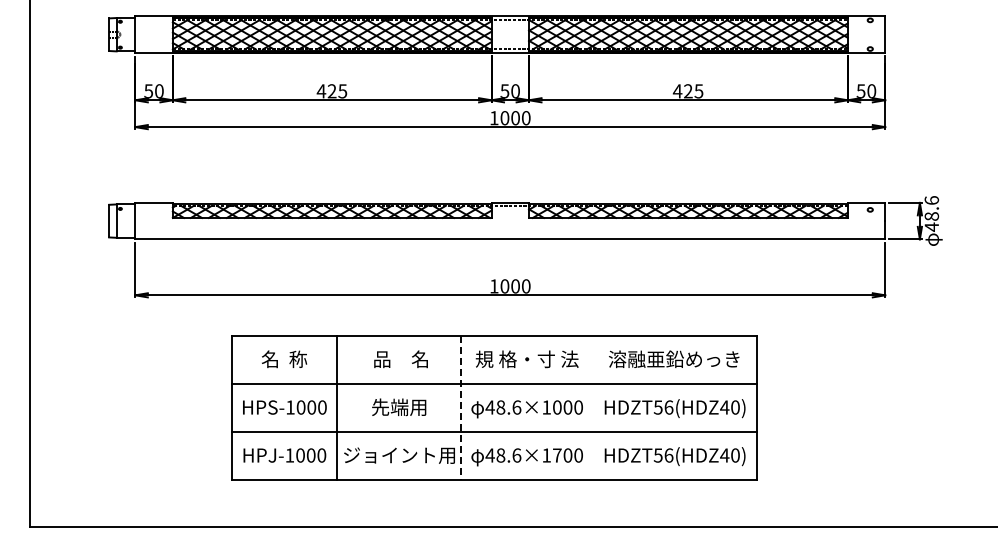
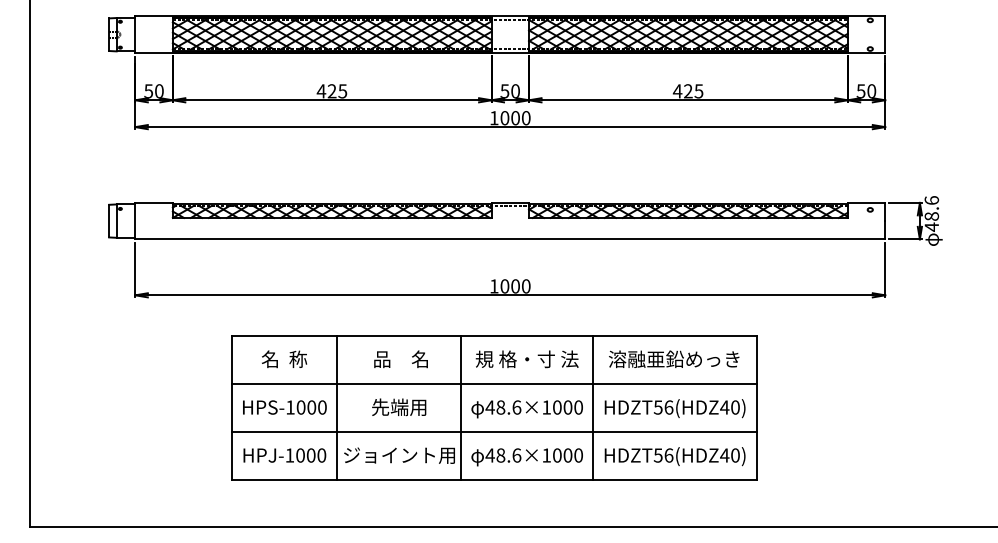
line at (461, 407): dashed -> solid
line at (593, 407): none -> present
text at (557, 455): 48.6×1700 -> 48.6×1000
